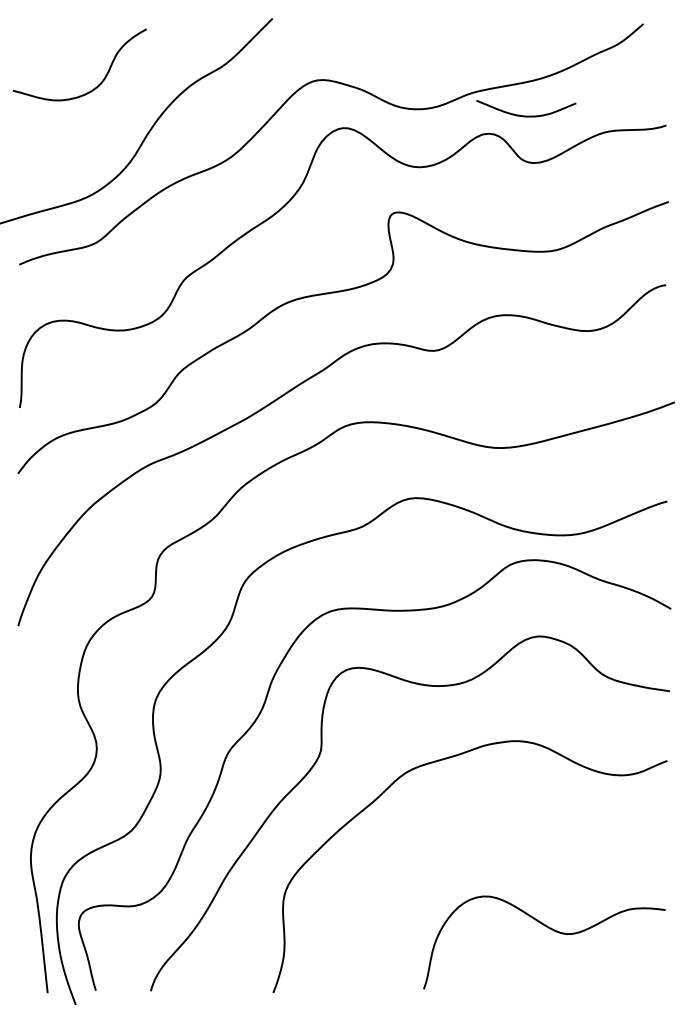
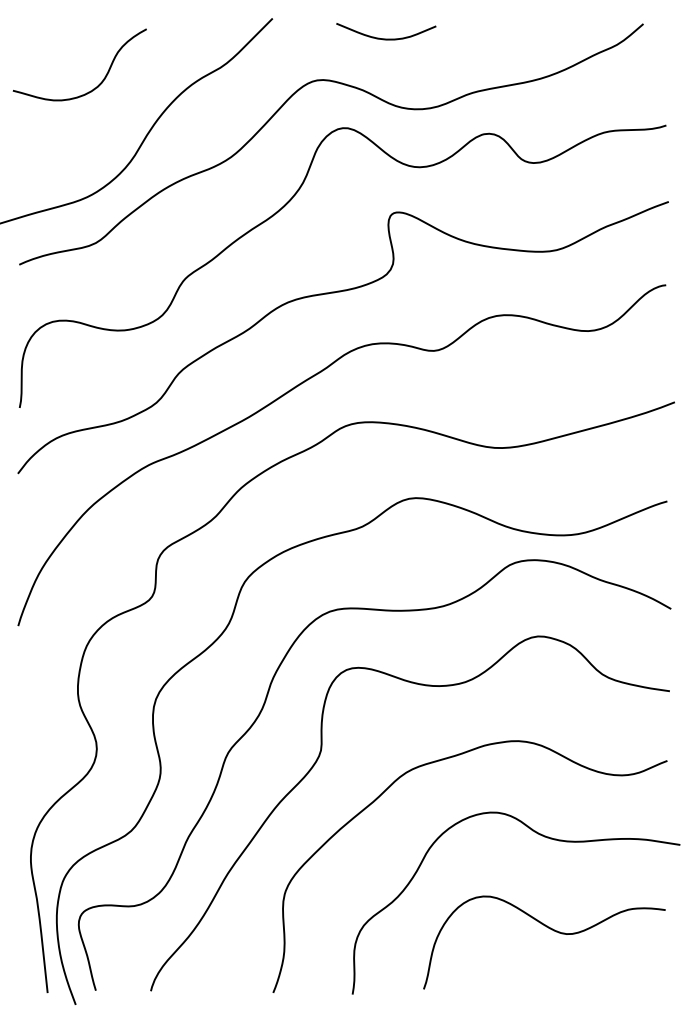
curve at (526, 115) position: (526, 115) -> (386, 38)
curve at (539, 835): none -> present
